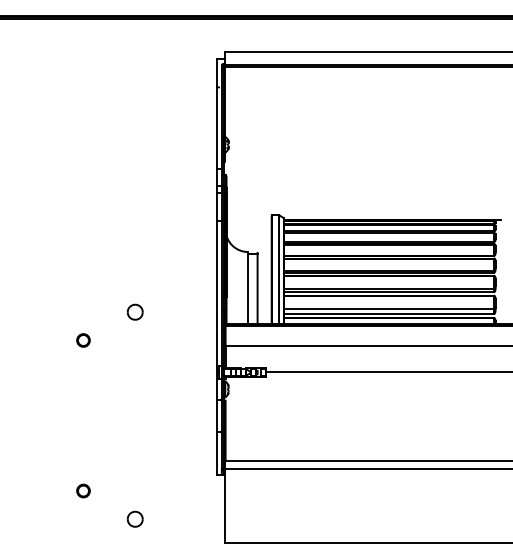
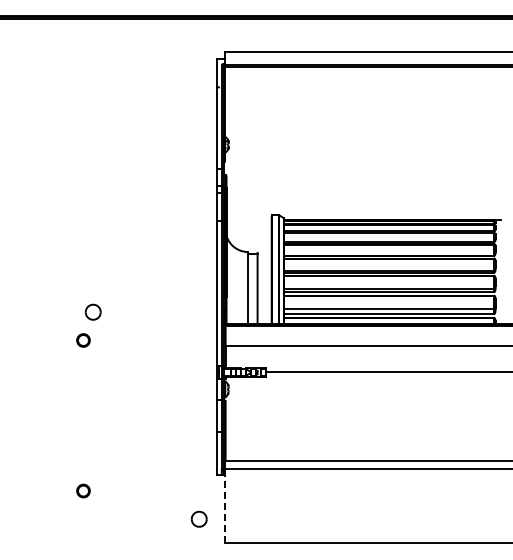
part at (134, 311) position: (134, 311) -> (92, 311)
line at (224, 506): solid -> dashed
part at (134, 518) position: (134, 518) -> (198, 518)
